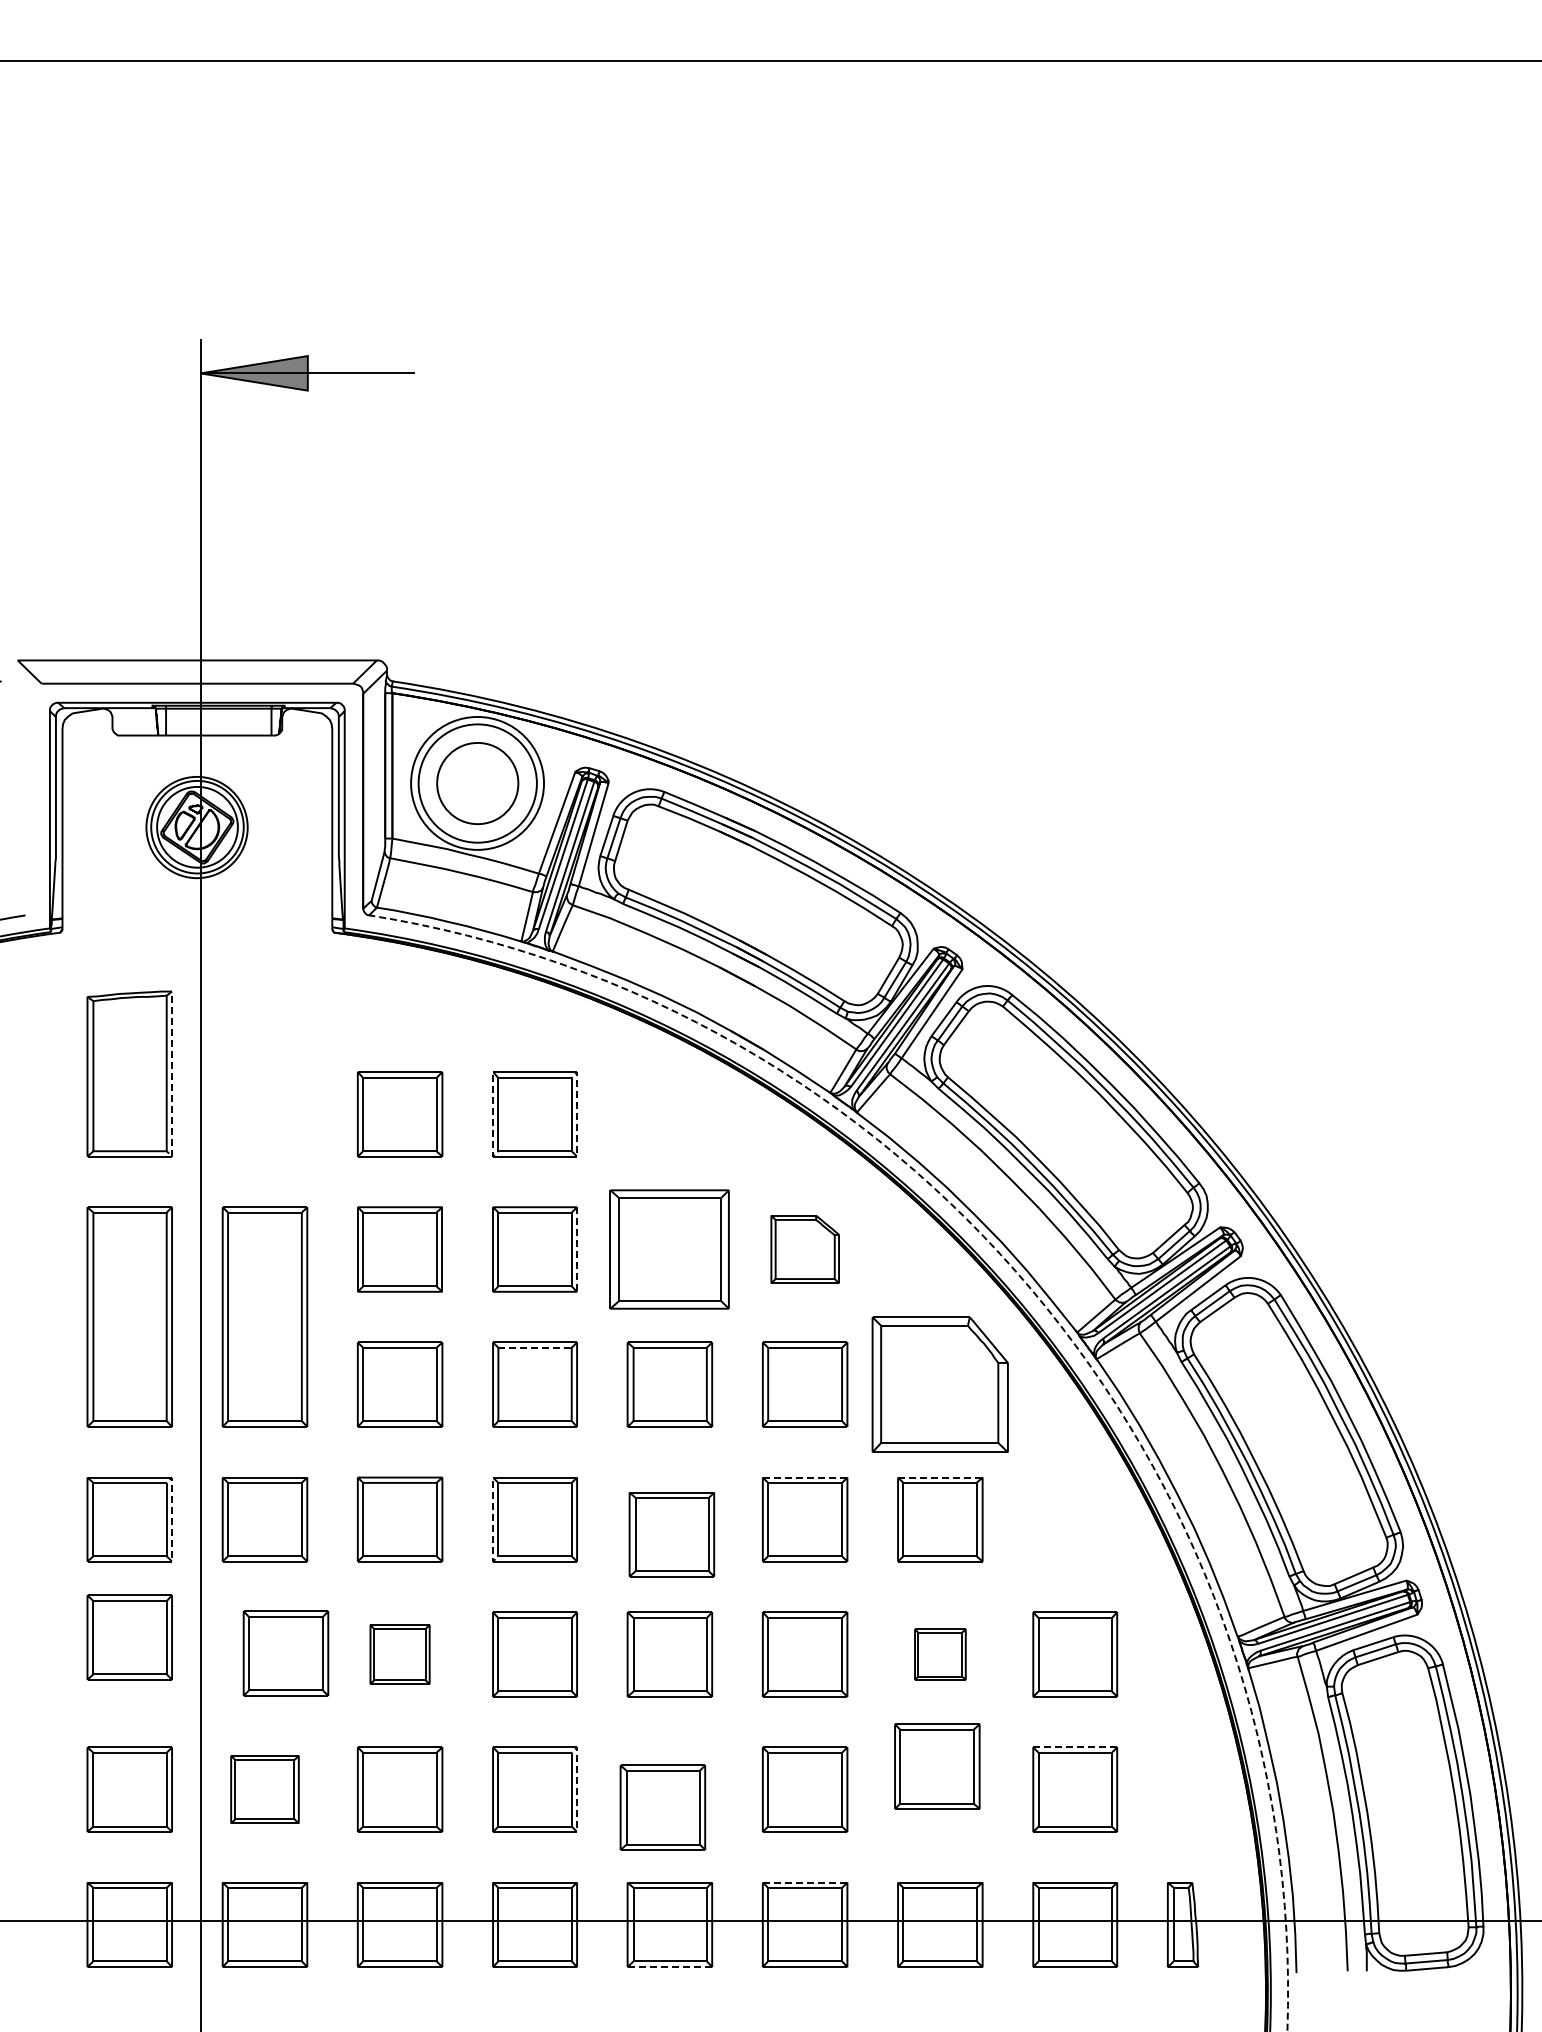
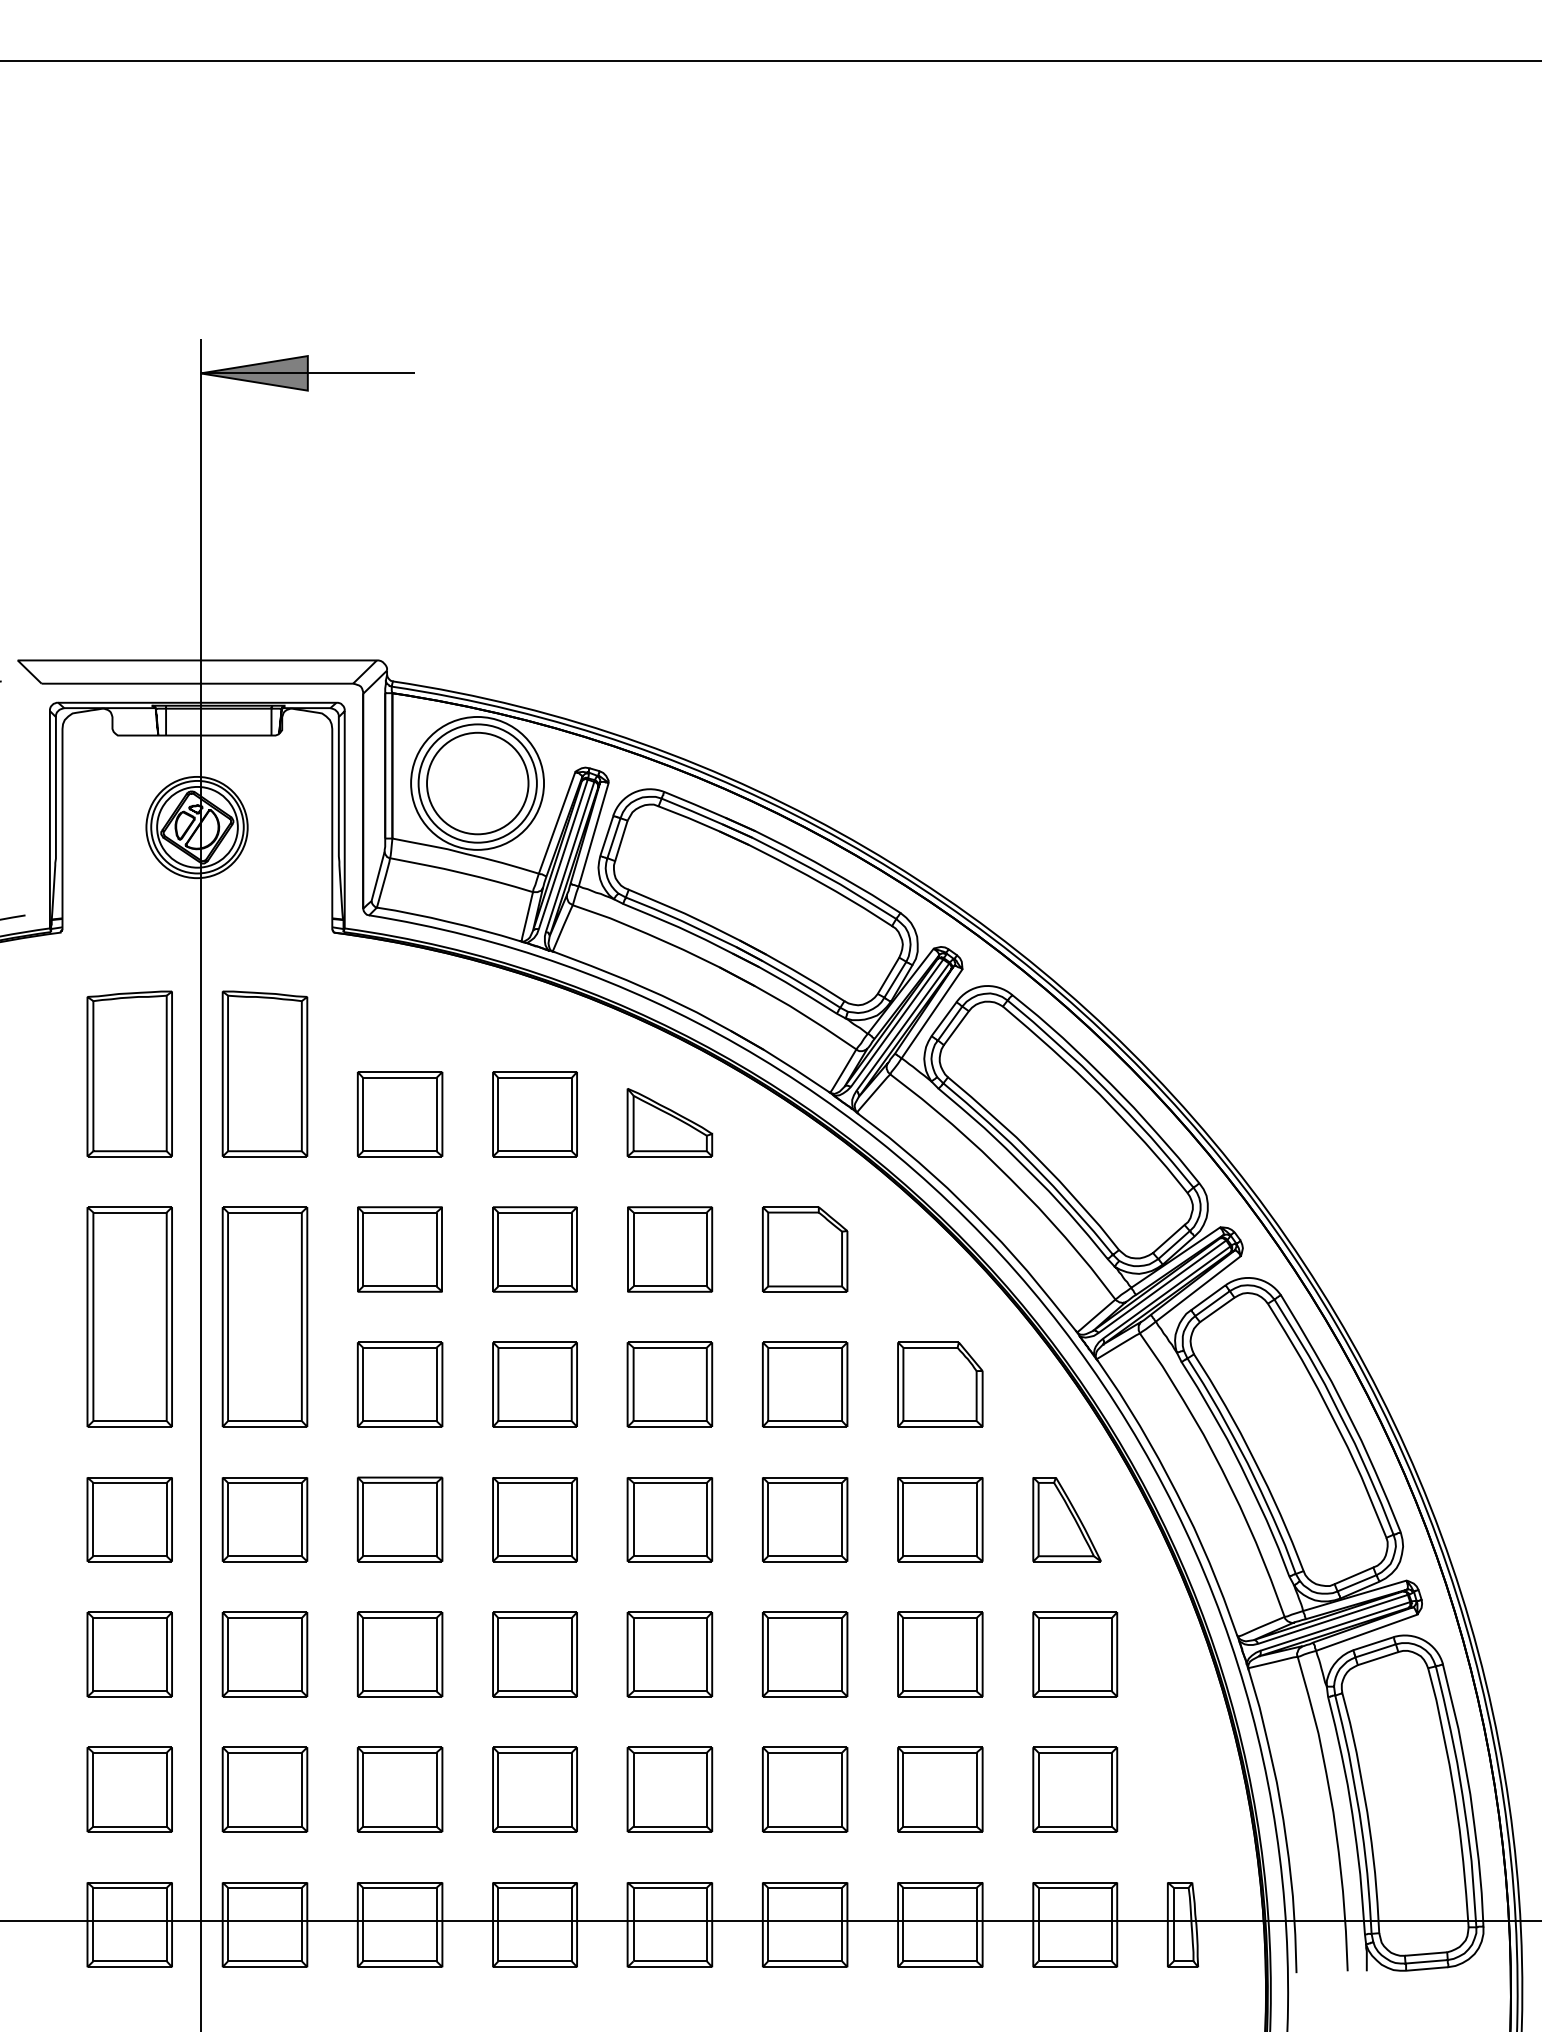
circle at (477, 783) diameter: 81 px -> 101 px
part at (264, 1073): none -> present
line at (172, 1075): dashed -> solid
line at (493, 1113): dashed -> solid
line at (577, 1113): dashed -> solid
part at (669, 1122): none -> present
part at (669, 1249) size: 121x121 px -> 87x87 px
part at (804, 1249) size: 70x69 px -> 87x87 px
line at (577, 1250): dashed -> solid
arc at (1040, 1300): dashed -> solid
line at (535, 1347): dashed -> solid
part at (939, 1384) size: 138x137 px -> 87x87 px
line at (805, 1477): dashed -> solid
line at (940, 1477): dashed -> solid
line at (172, 1519): dashed -> solid
part at (1066, 1519): none -> present
line at (493, 1520): dashed -> solid
part at (671, 1534) position: (671, 1534) -> (669, 1519)
part at (129, 1637) position: (129, 1637) -> (129, 1654)
part at (285, 1653) position: (285, 1653) -> (264, 1654)
part at (399, 1654) size: 62x61 px -> 88x87 px
part at (940, 1654) size: 53x53 px -> 87x87 px
line at (1075, 1747): dashed -> solid
part at (937, 1766) position: (937, 1766) -> (940, 1789)
part at (264, 1789) size: 70x69 px -> 88x87 px
line at (577, 1789): dashed -> solid
part at (662, 1807) position: (662, 1807) -> (669, 1789)
line at (805, 1882): dashed -> solid
line at (669, 1967): dashed -> solid
